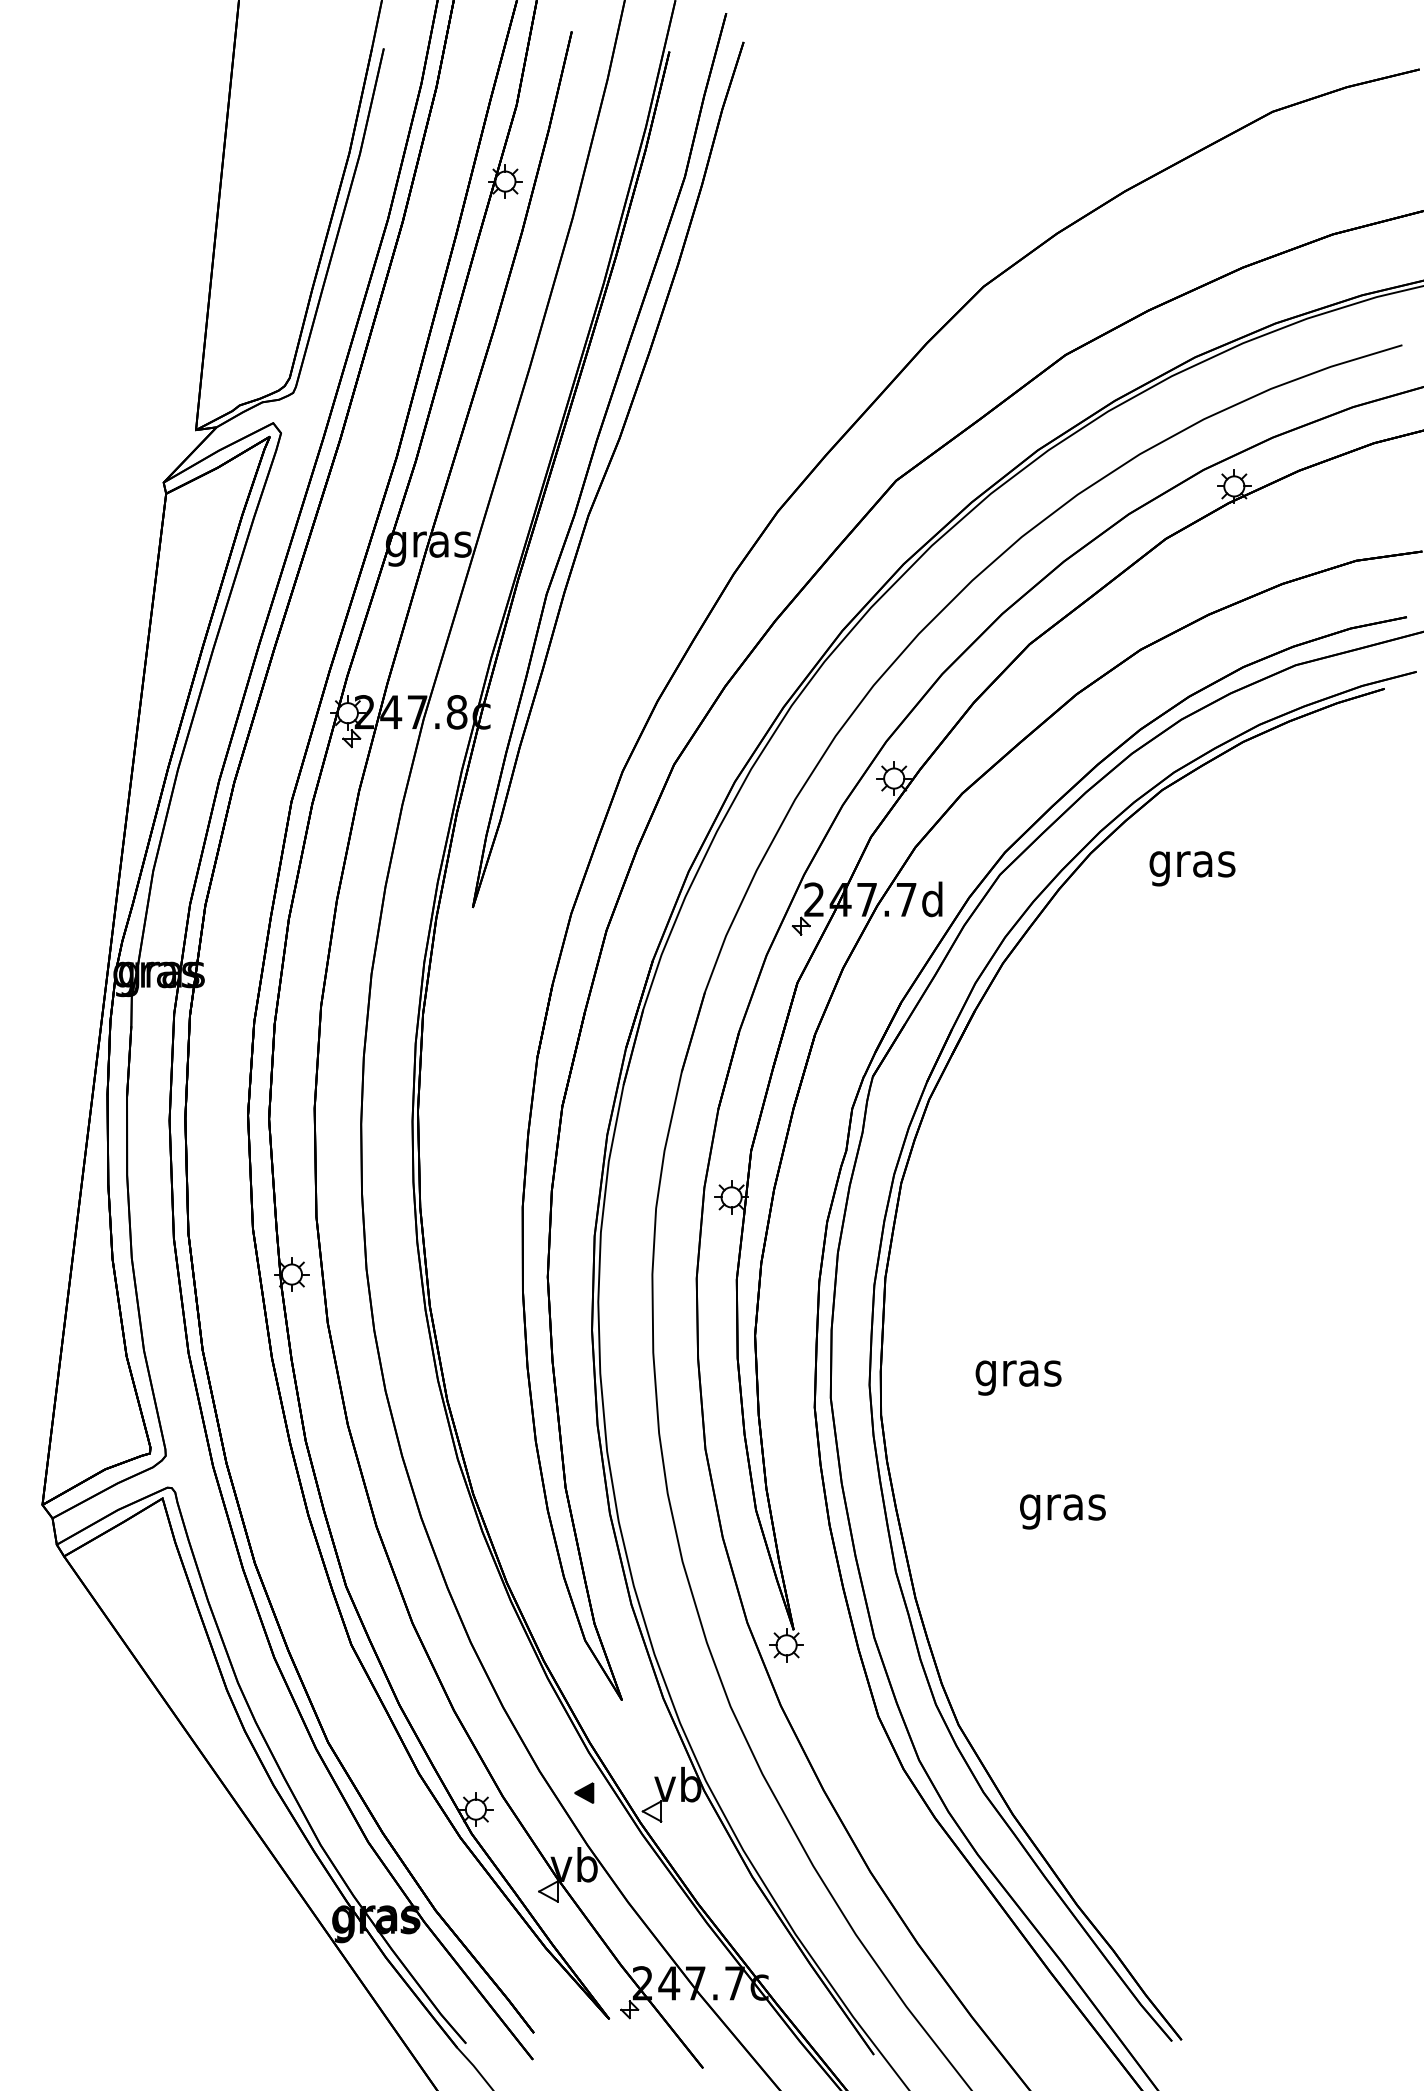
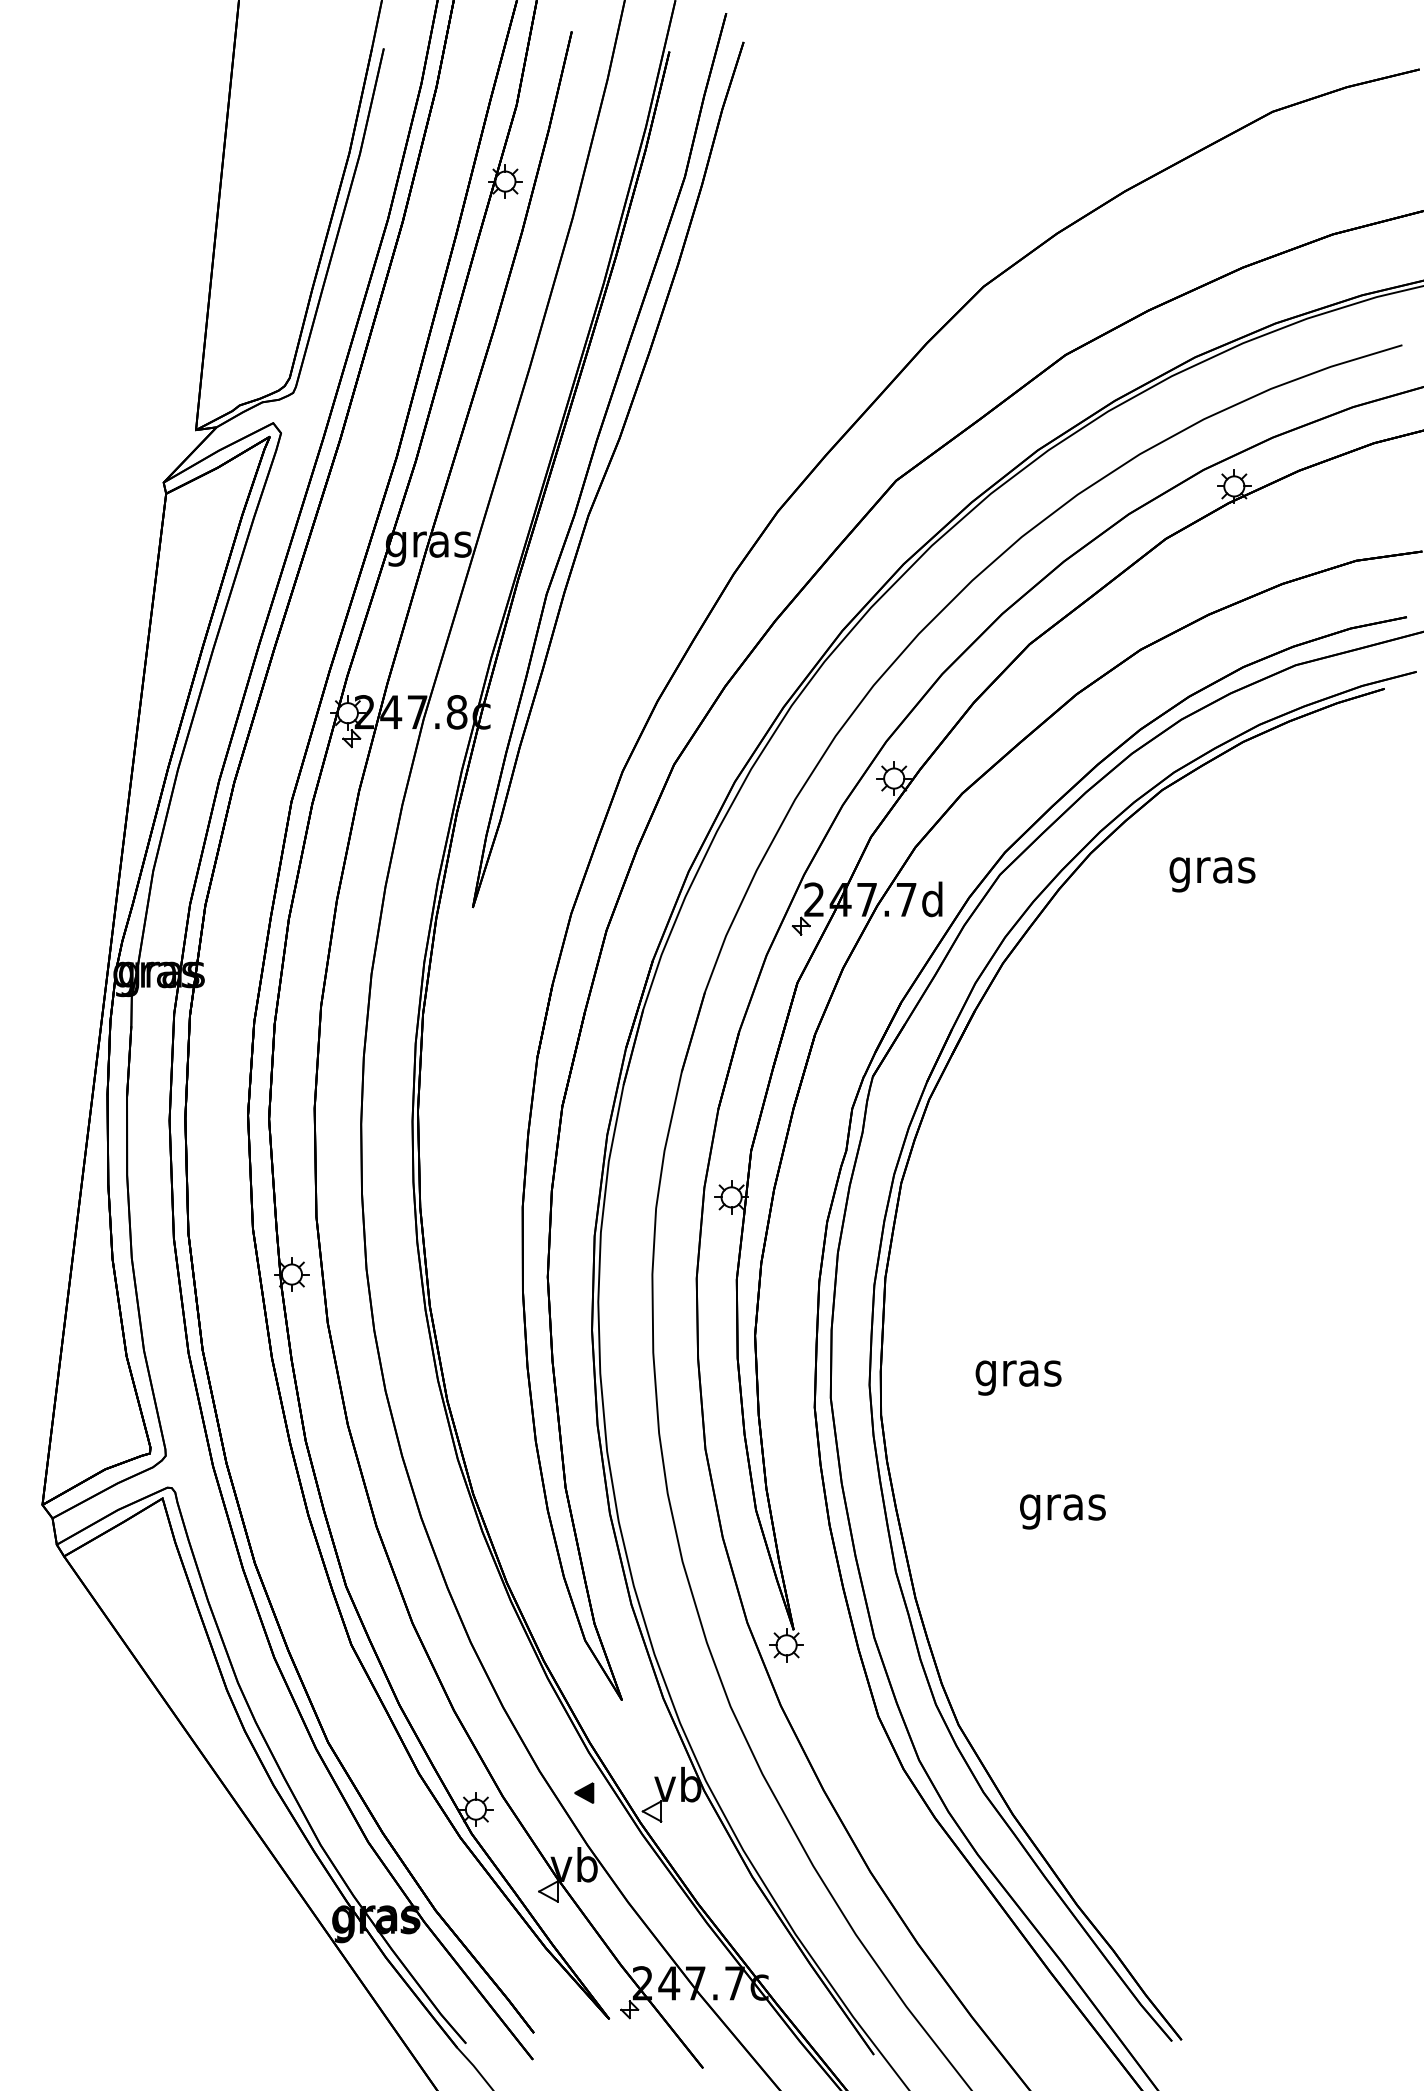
text at (1192, 868) position: (1192, 868) -> (1212, 874)
